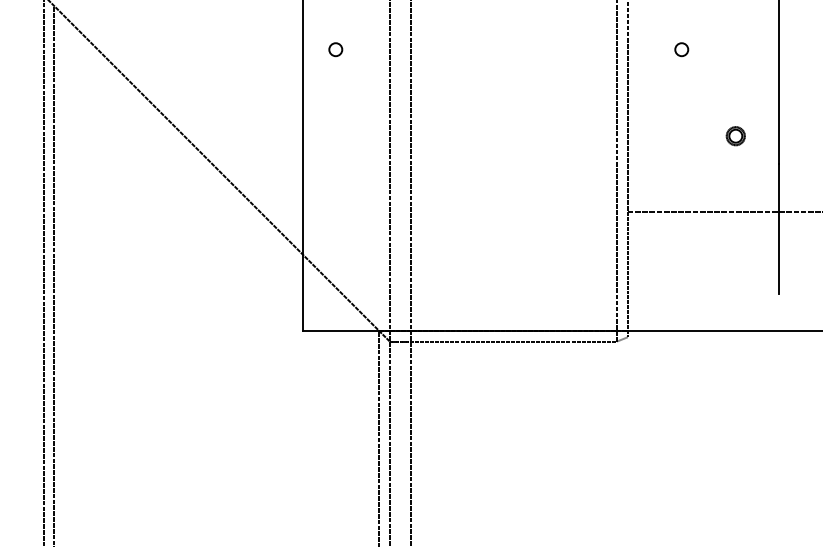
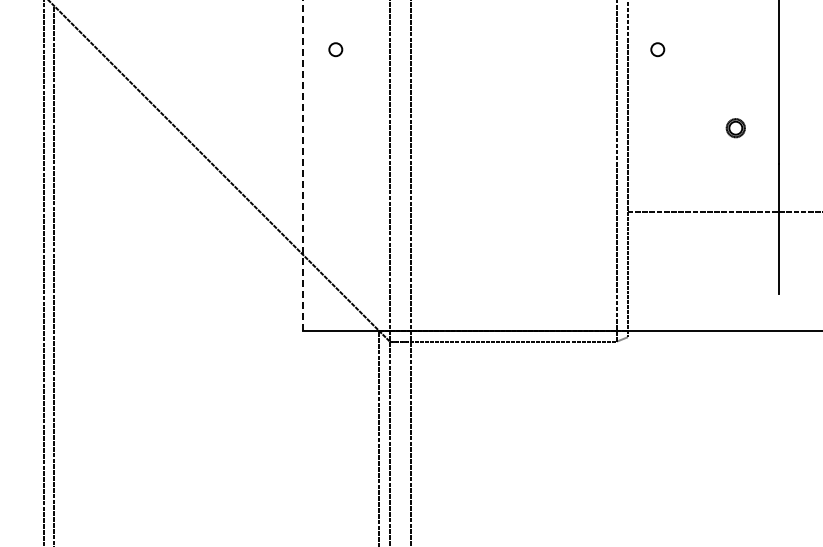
circle at (681, 49) position: (681, 49) -> (657, 49)
part at (735, 136) position: (735, 136) -> (735, 128)
line at (303, 165): solid -> dashed
